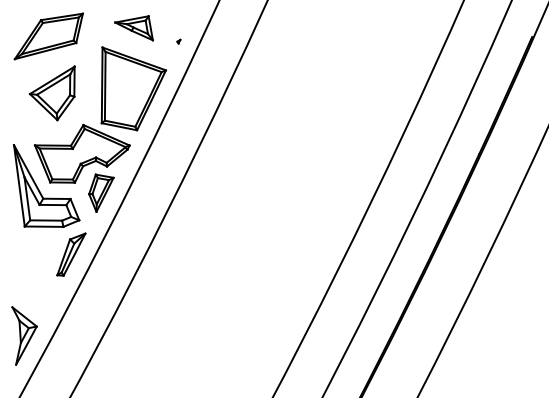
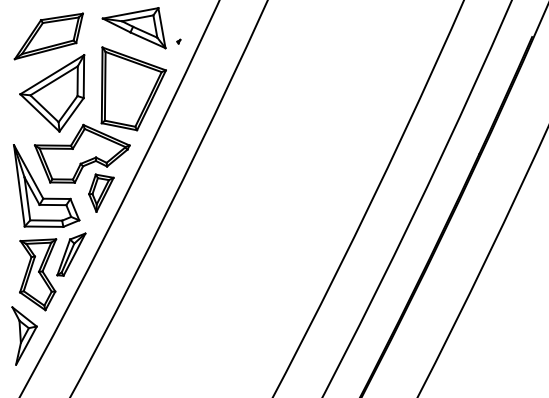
part at (133, 28) size: 40x27 px -> 66x43 px
part at (51, 93) size: 48x57 px -> 67x79 px
part at (38, 274): none -> present
